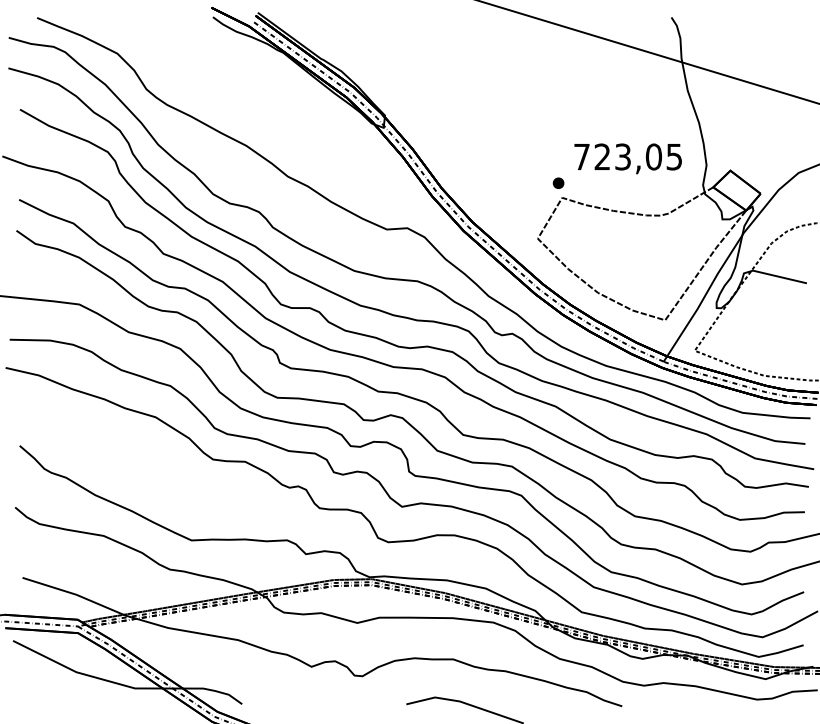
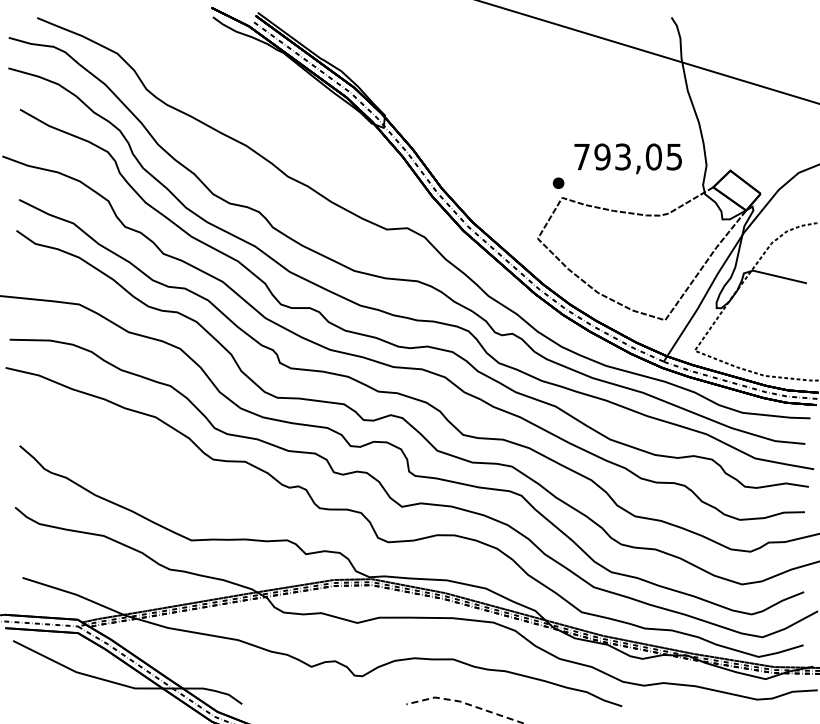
text at (602, 156): 723,05 -> 793,05
line at (464, 703): solid -> dashed
